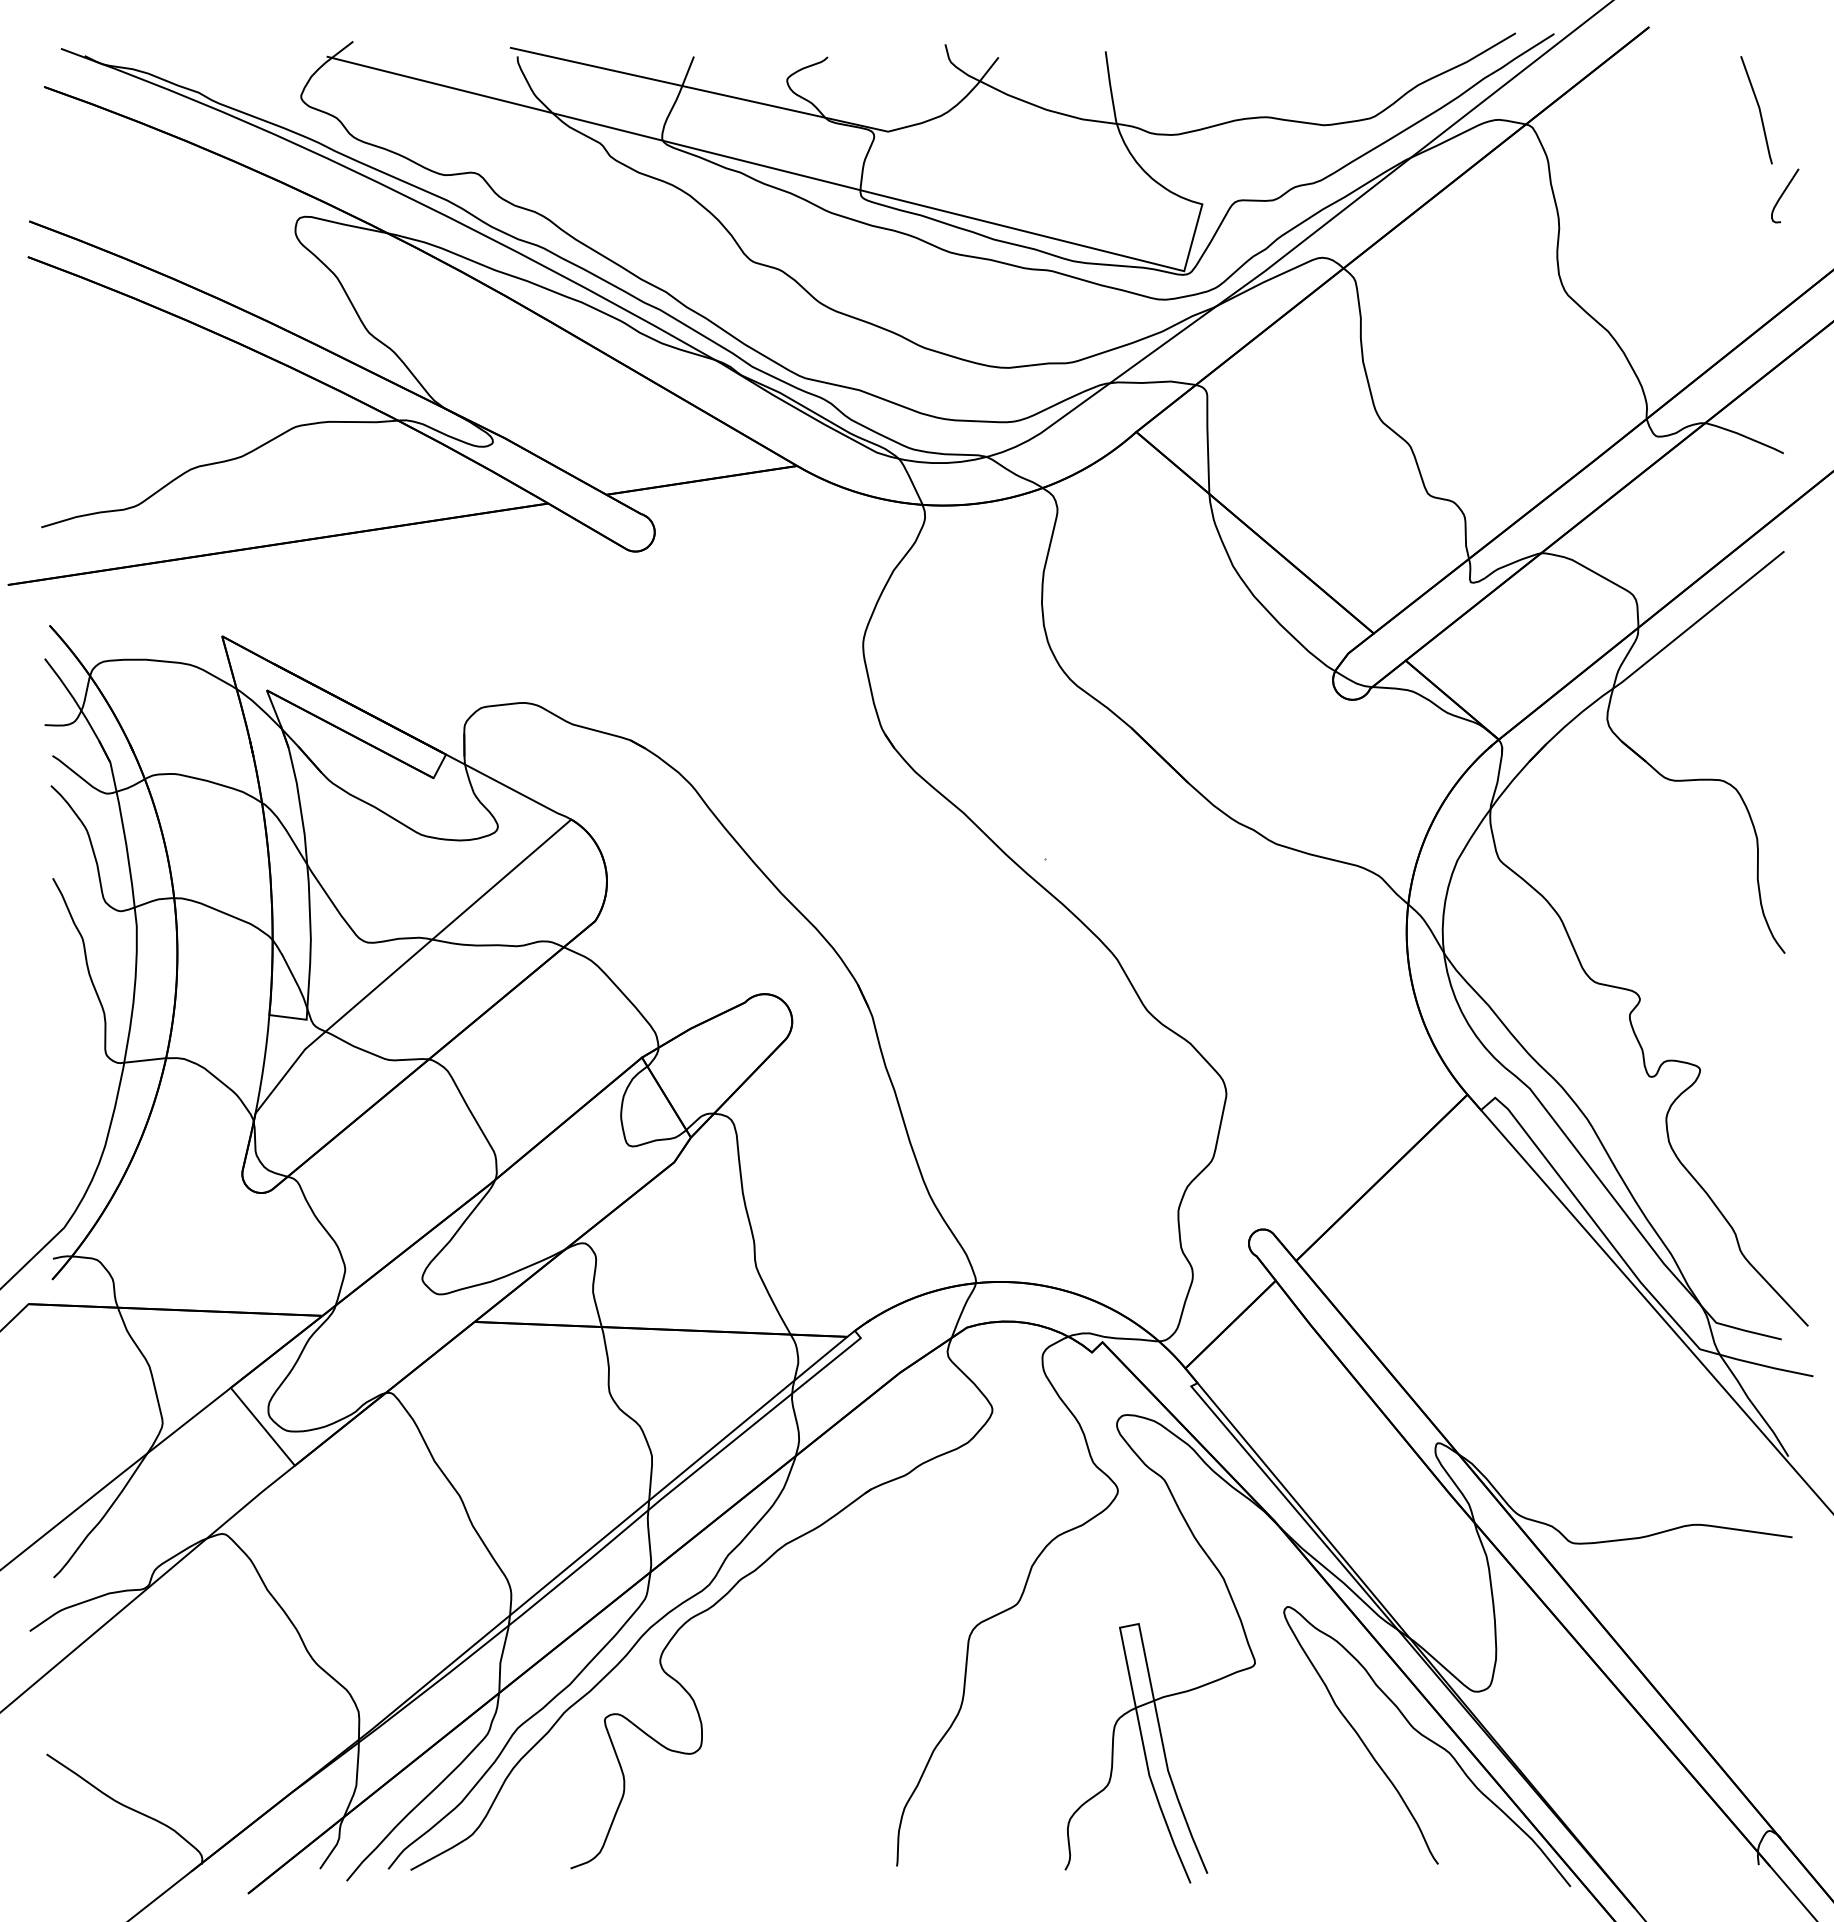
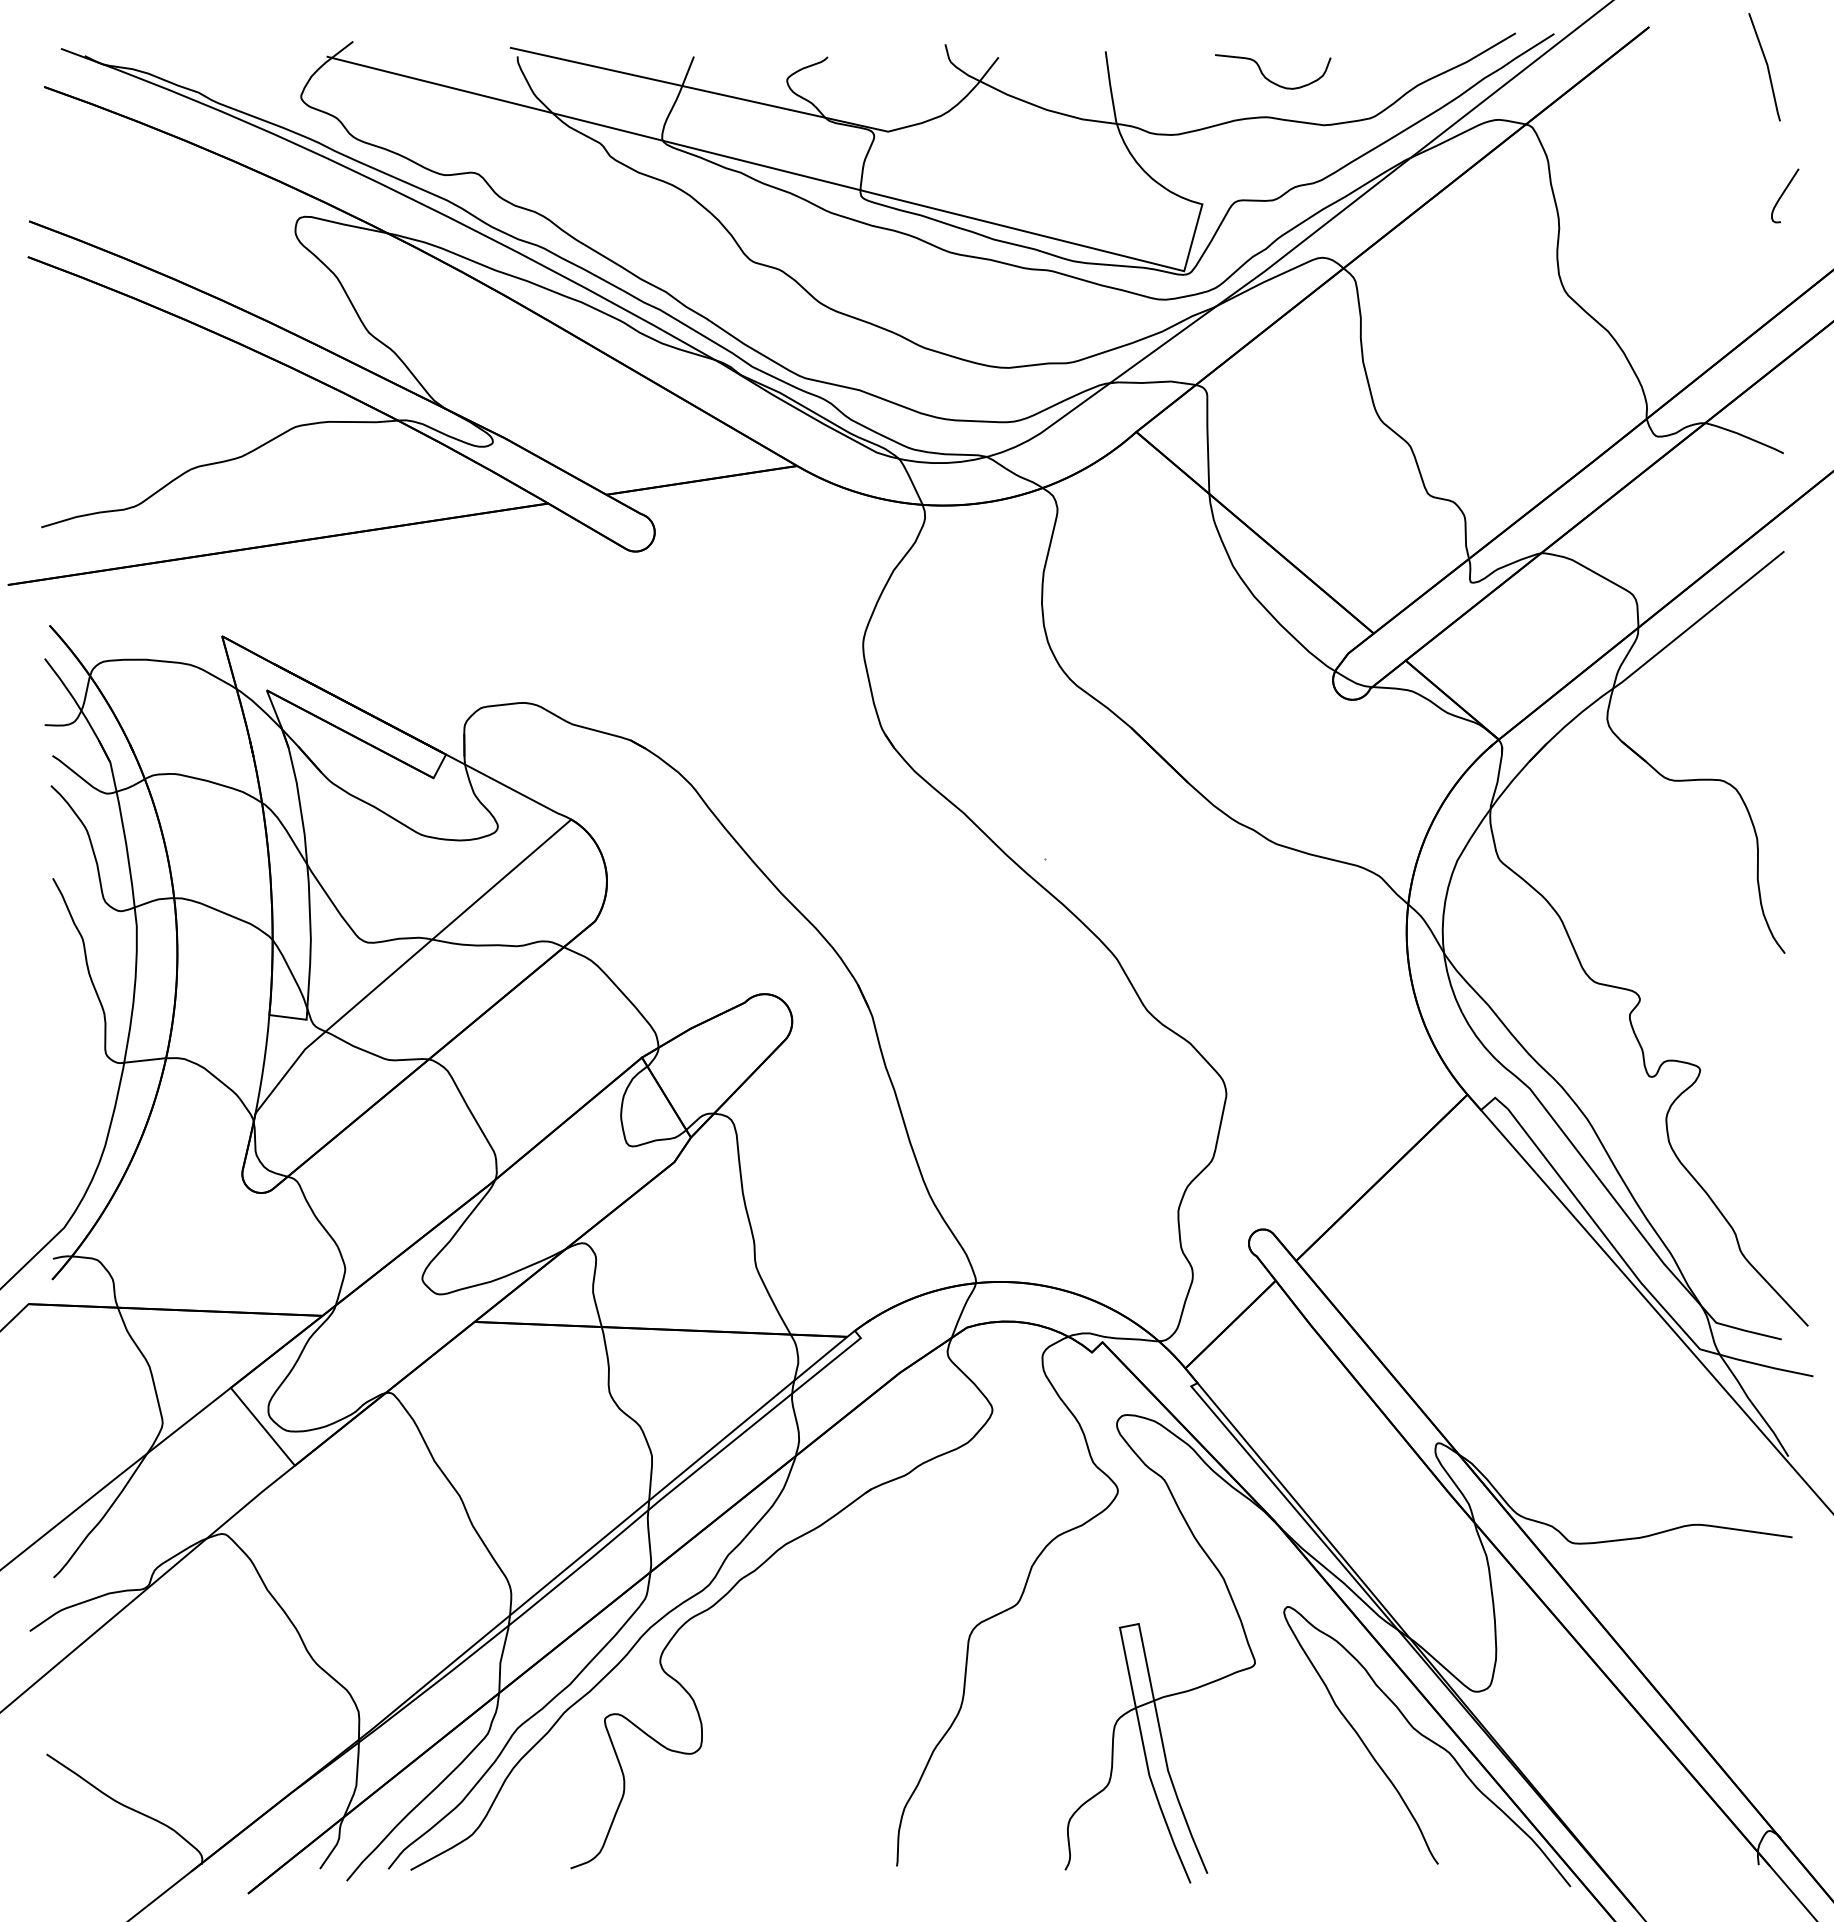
curve at (1268, 78): none -> present
line at (1758, 109) position: (1758, 109) -> (1766, 66)
